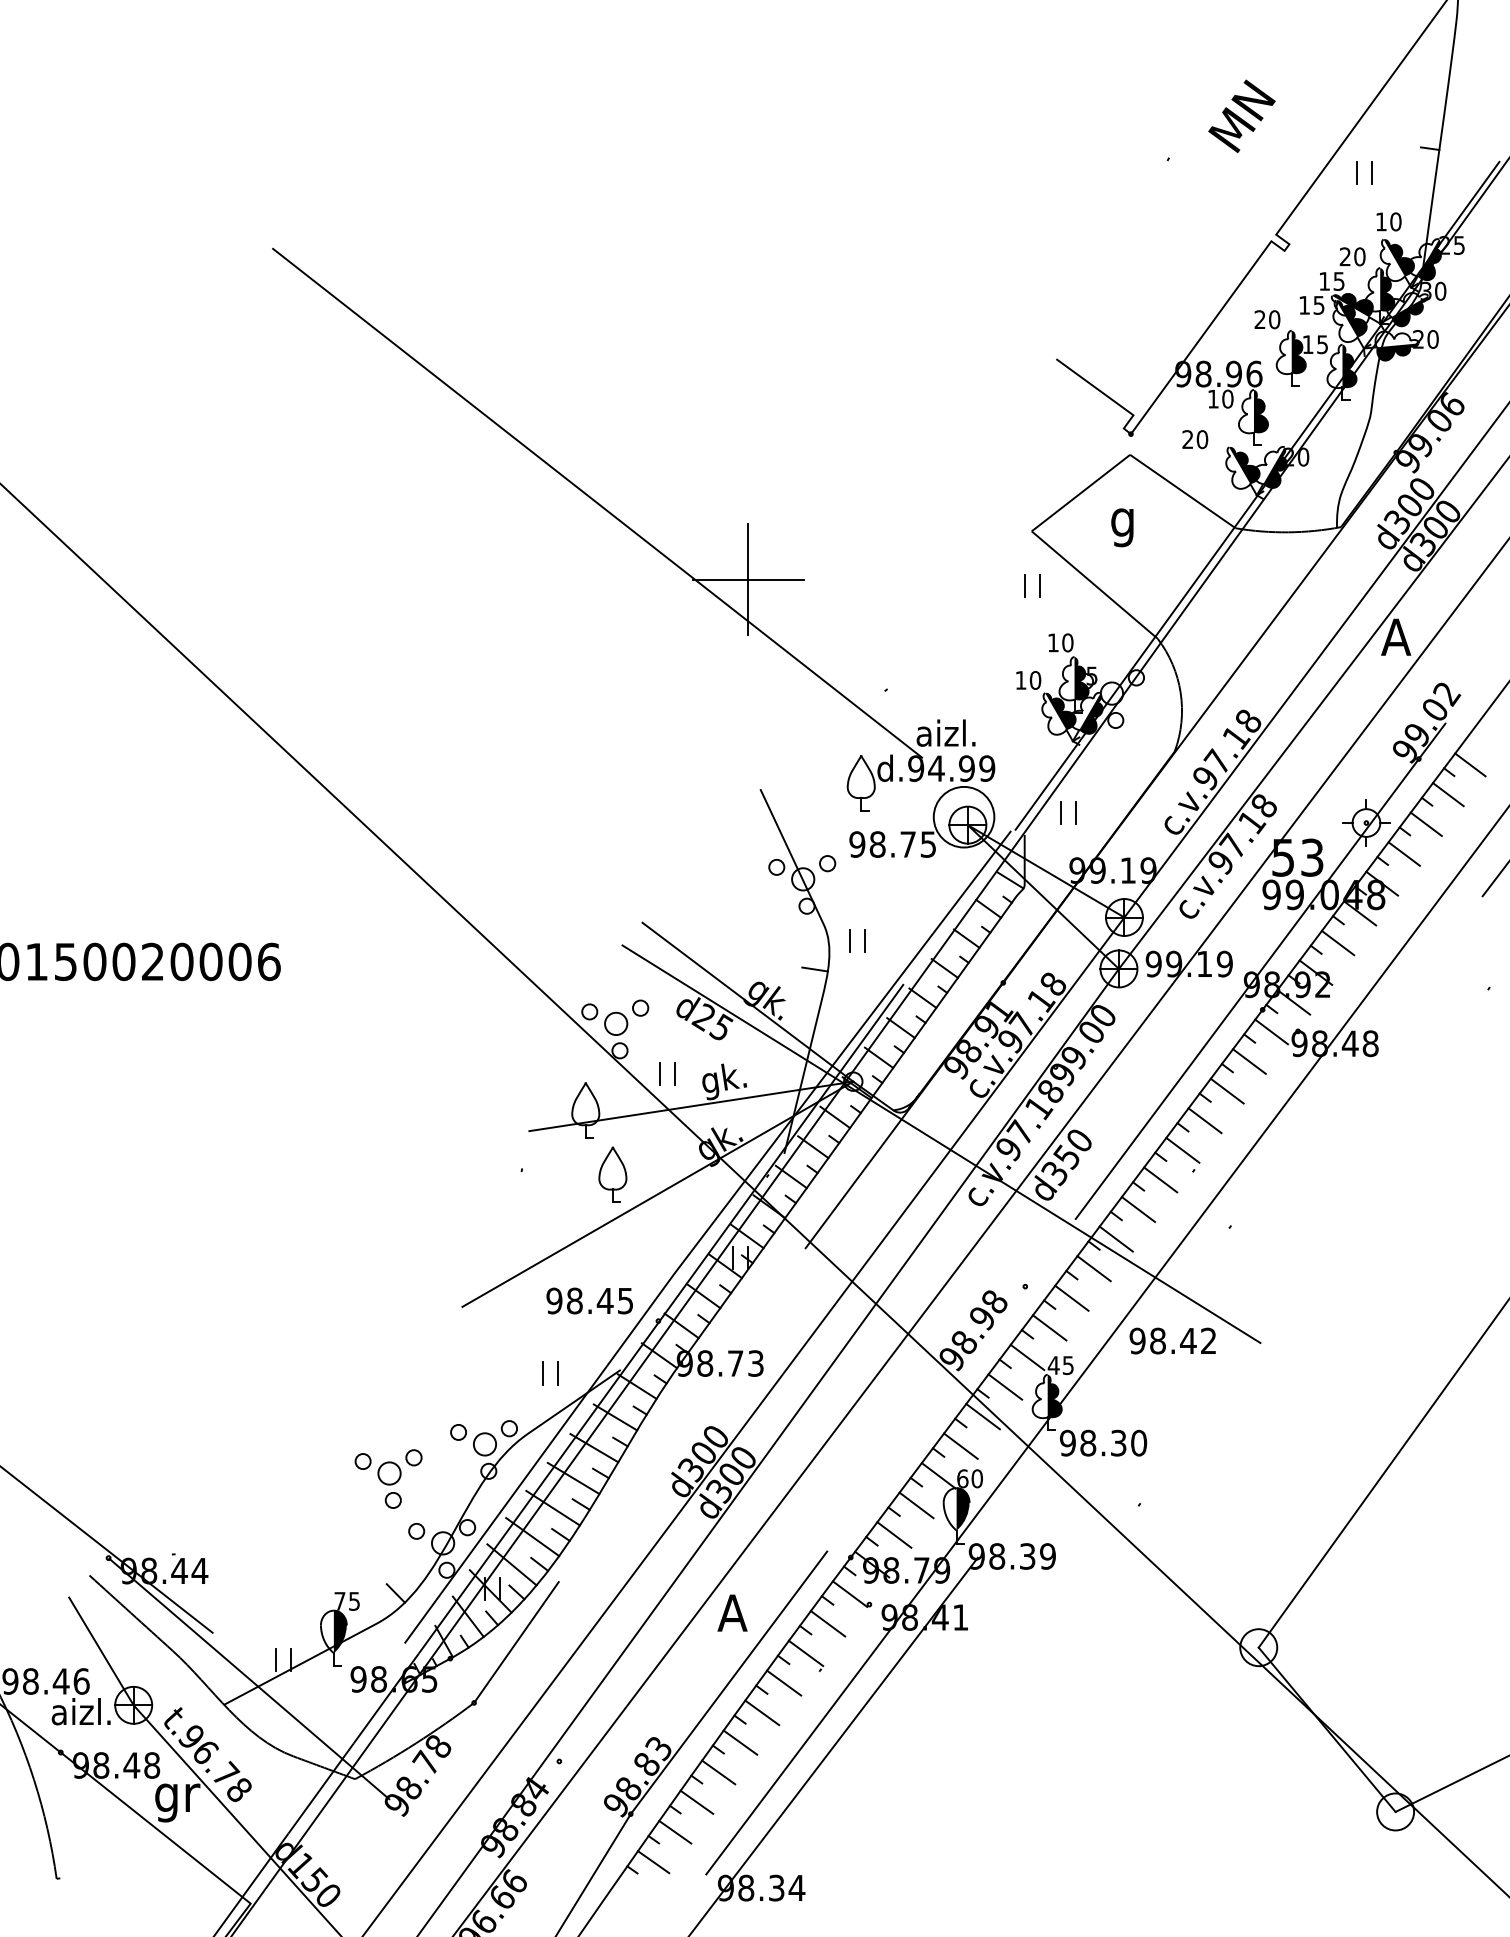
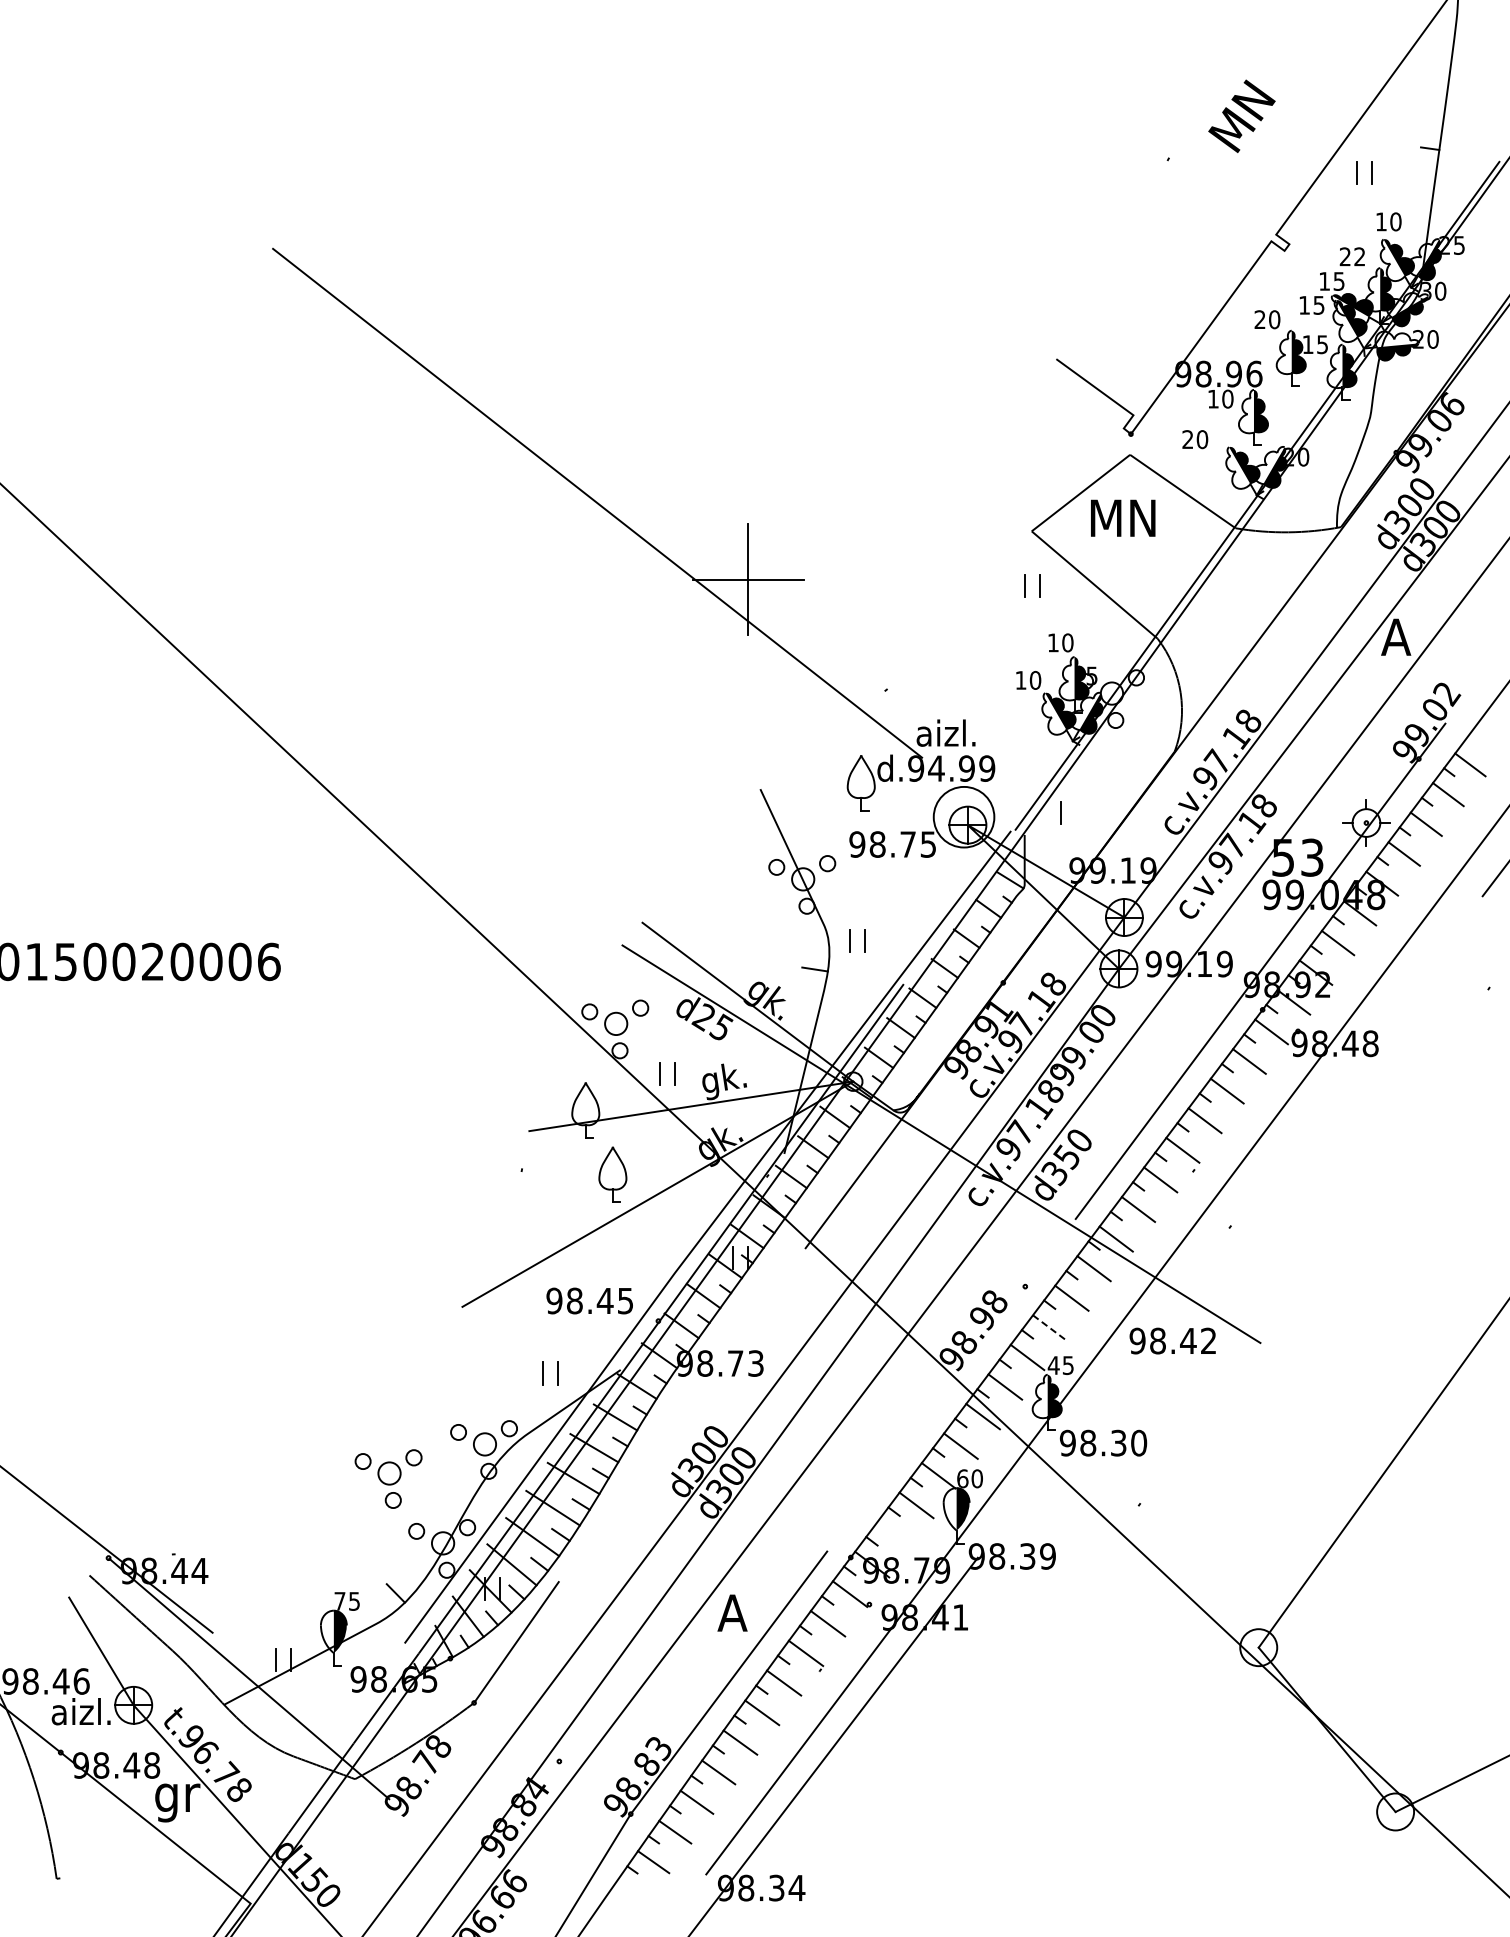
text at (1359, 256): 20 -> 22
text at (1123, 523): g -> MN
line at (1075, 812): present -> none
line at (1049, 1327): solid -> dashed
line at (894, 1534): present -> none
